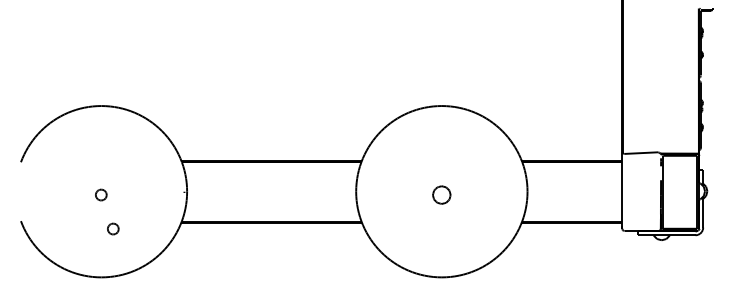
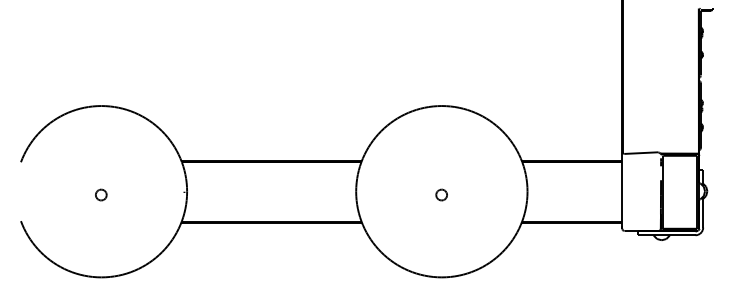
part at (441, 194) size: 20x20 px -> 13x14 px
part at (113, 228): present -> none
